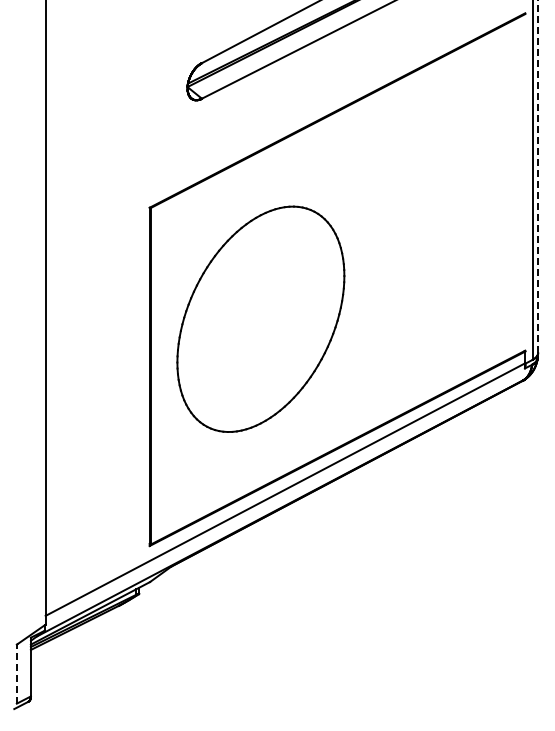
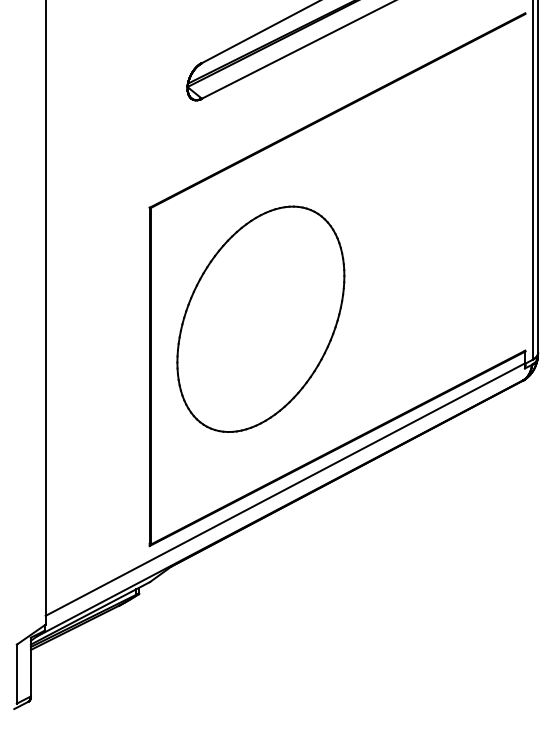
line at (538, 176): dashed -> solid
line at (16, 673): dashed -> solid
